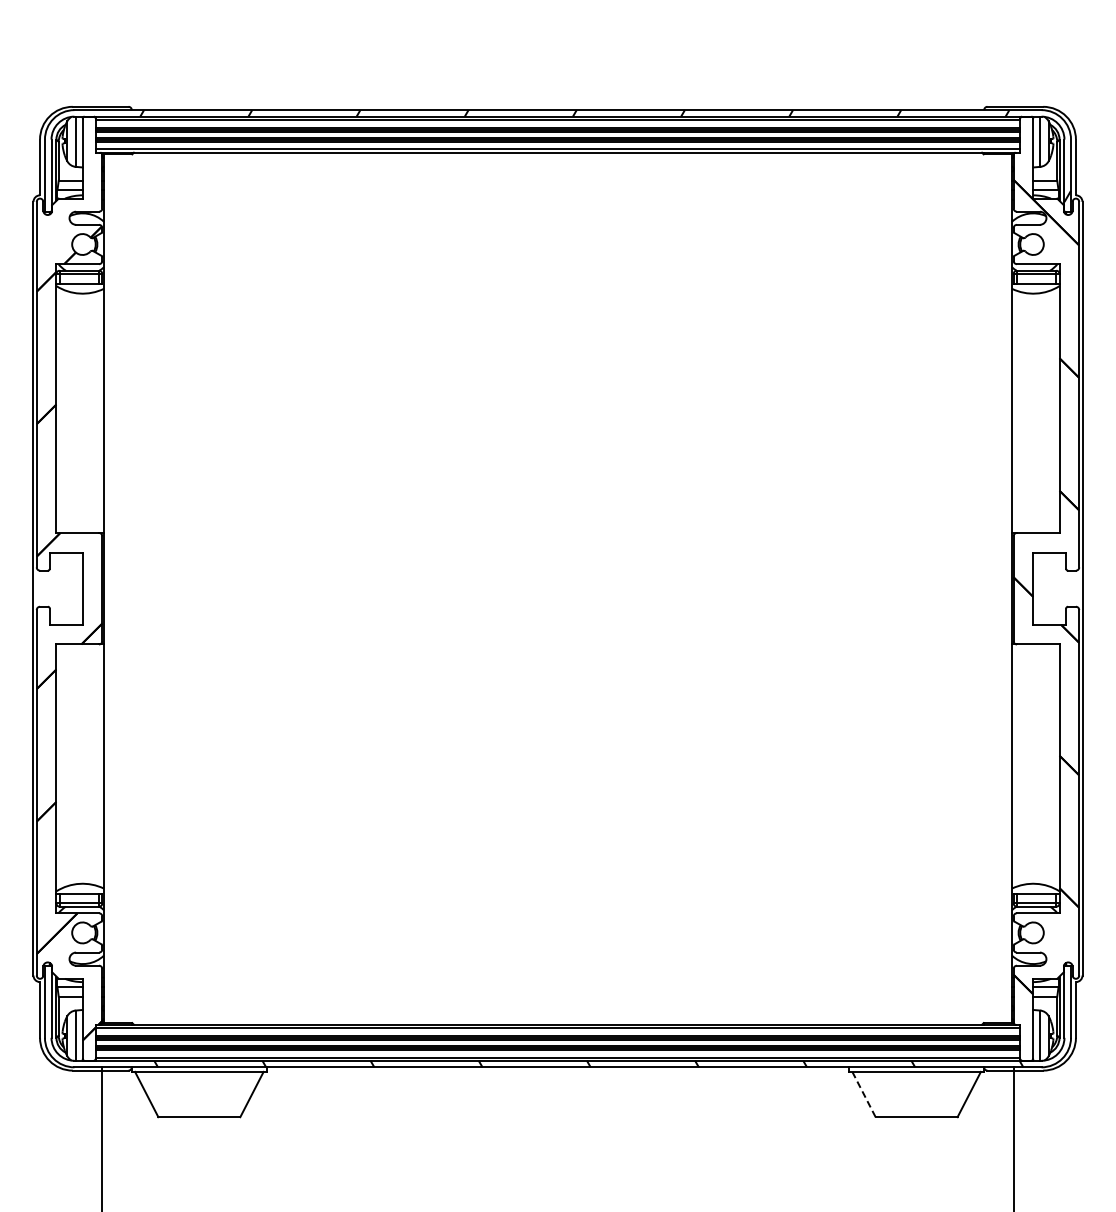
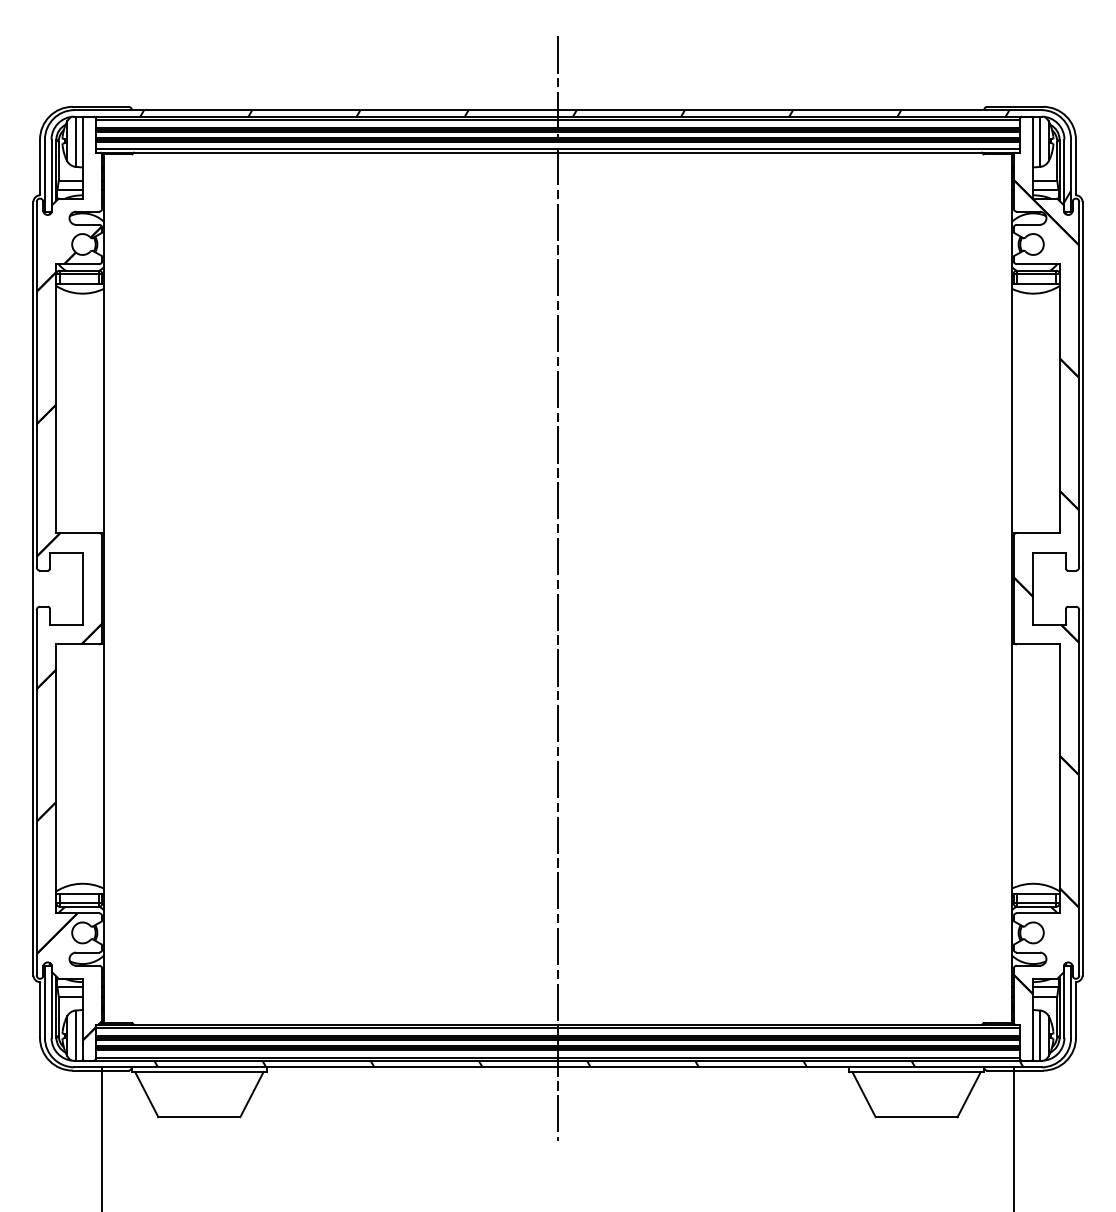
line at (557, 588): none -> present
line at (863, 1094): dashed -> solid
